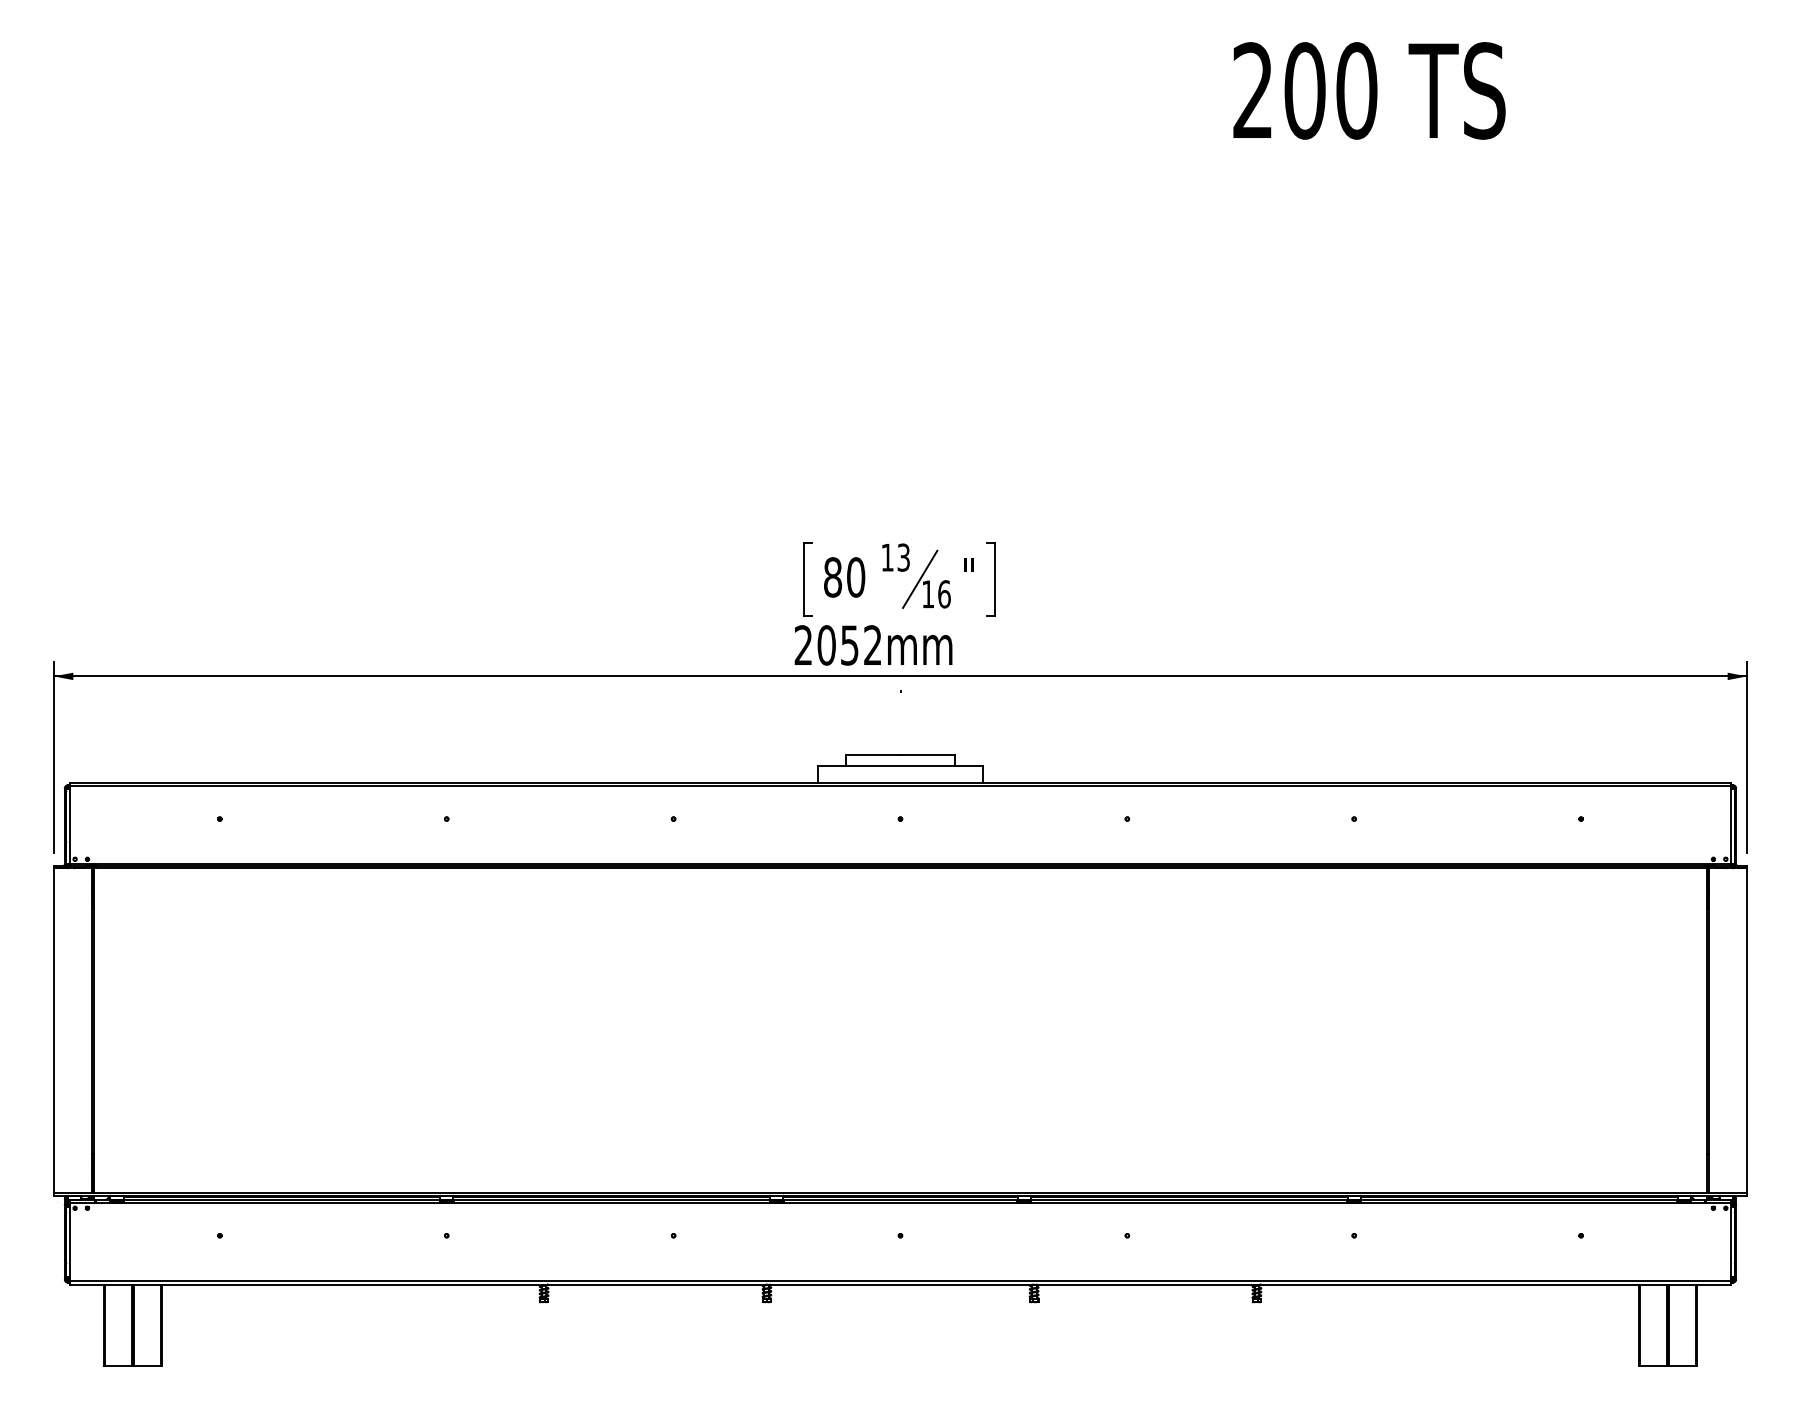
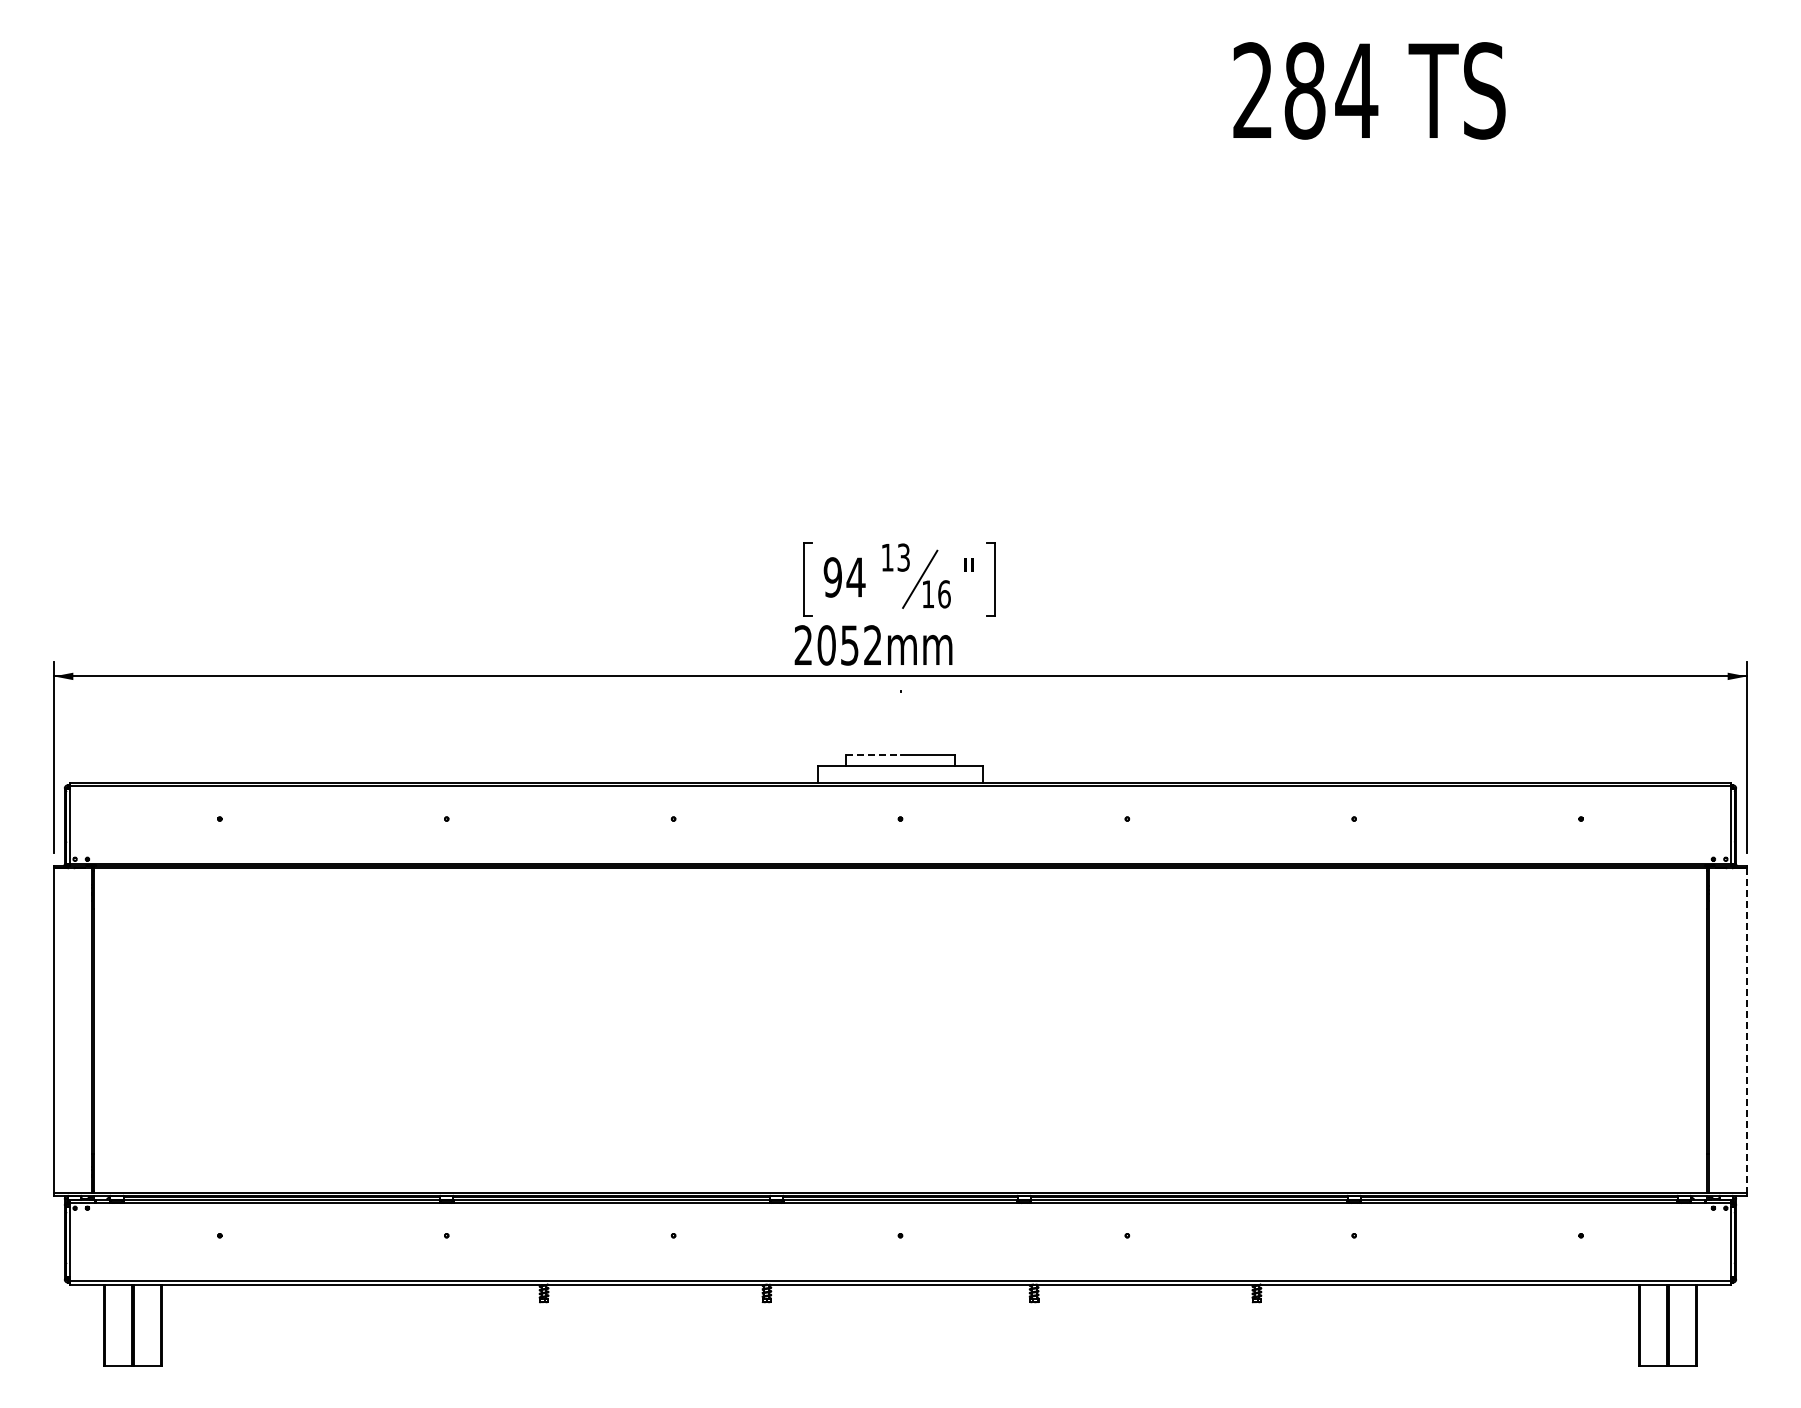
text at (1331, 90): 200 -> 284
text at (844, 577): 80 -> 94
line at (873, 754): solid -> dashed
line at (1746, 1030): solid -> dashed
